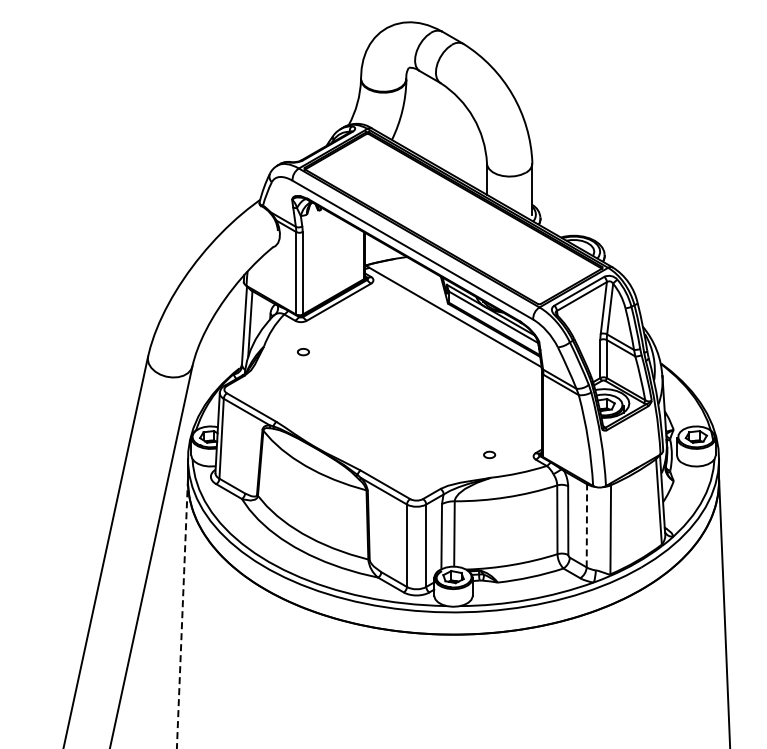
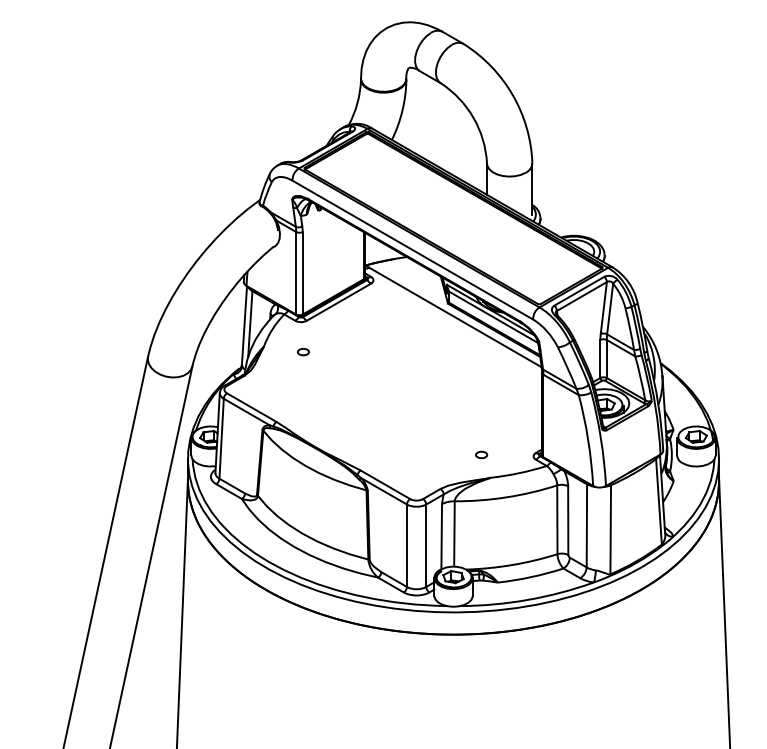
part at (489, 454) position: (489, 454) -> (481, 454)
line at (586, 526): dashed -> solid
line at (182, 614): dashed -> solid
